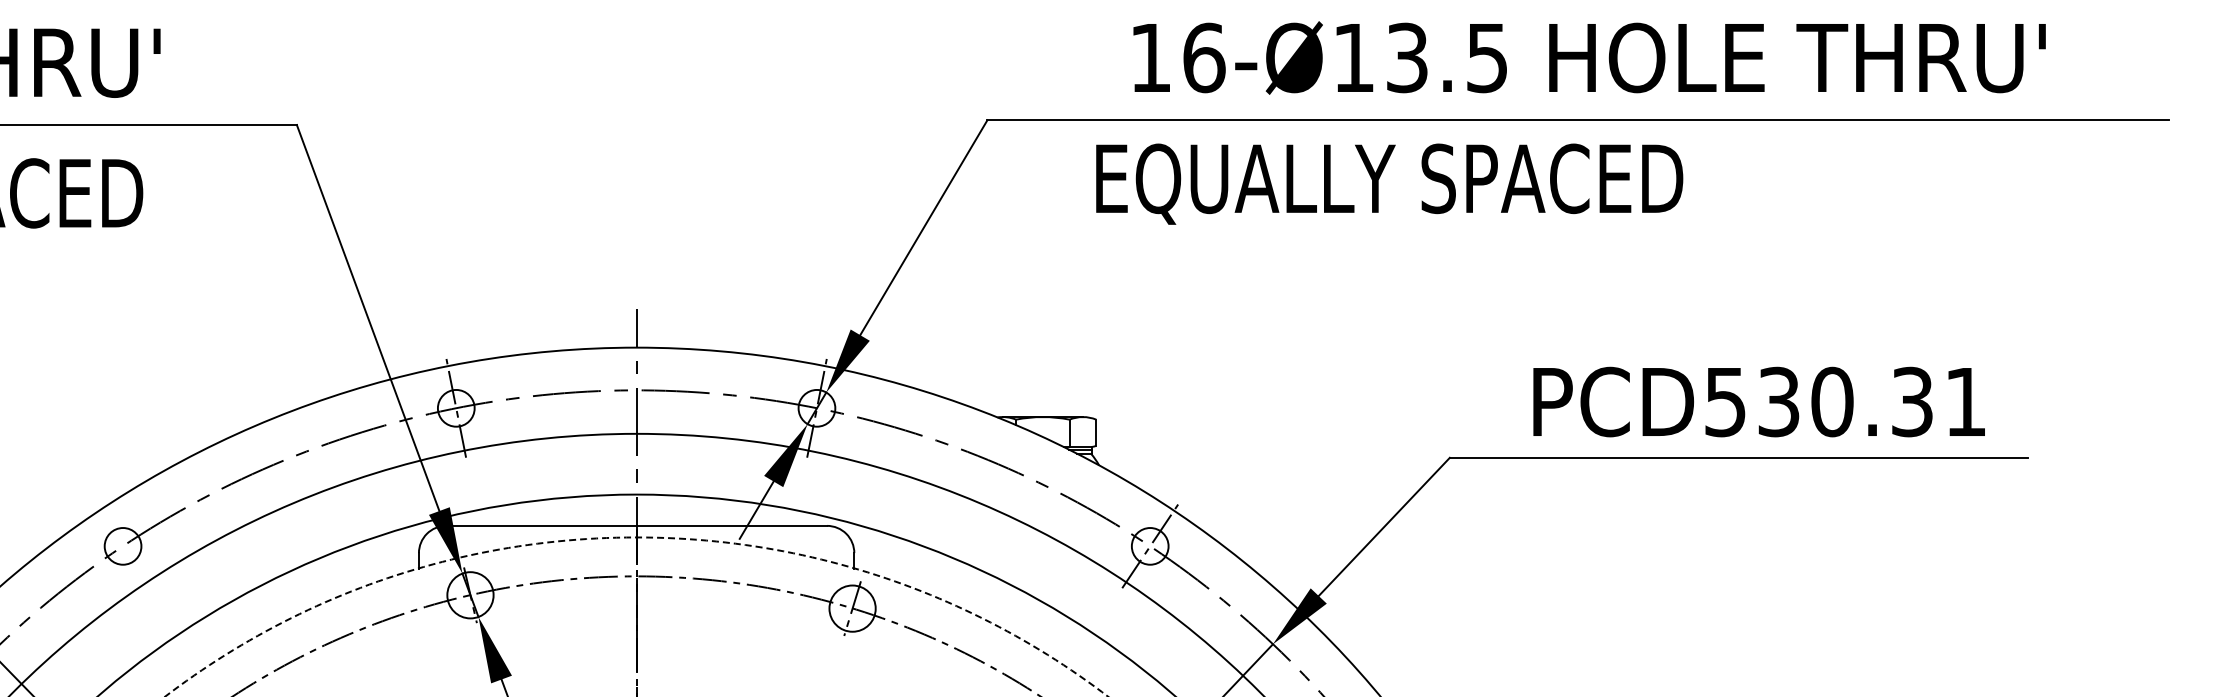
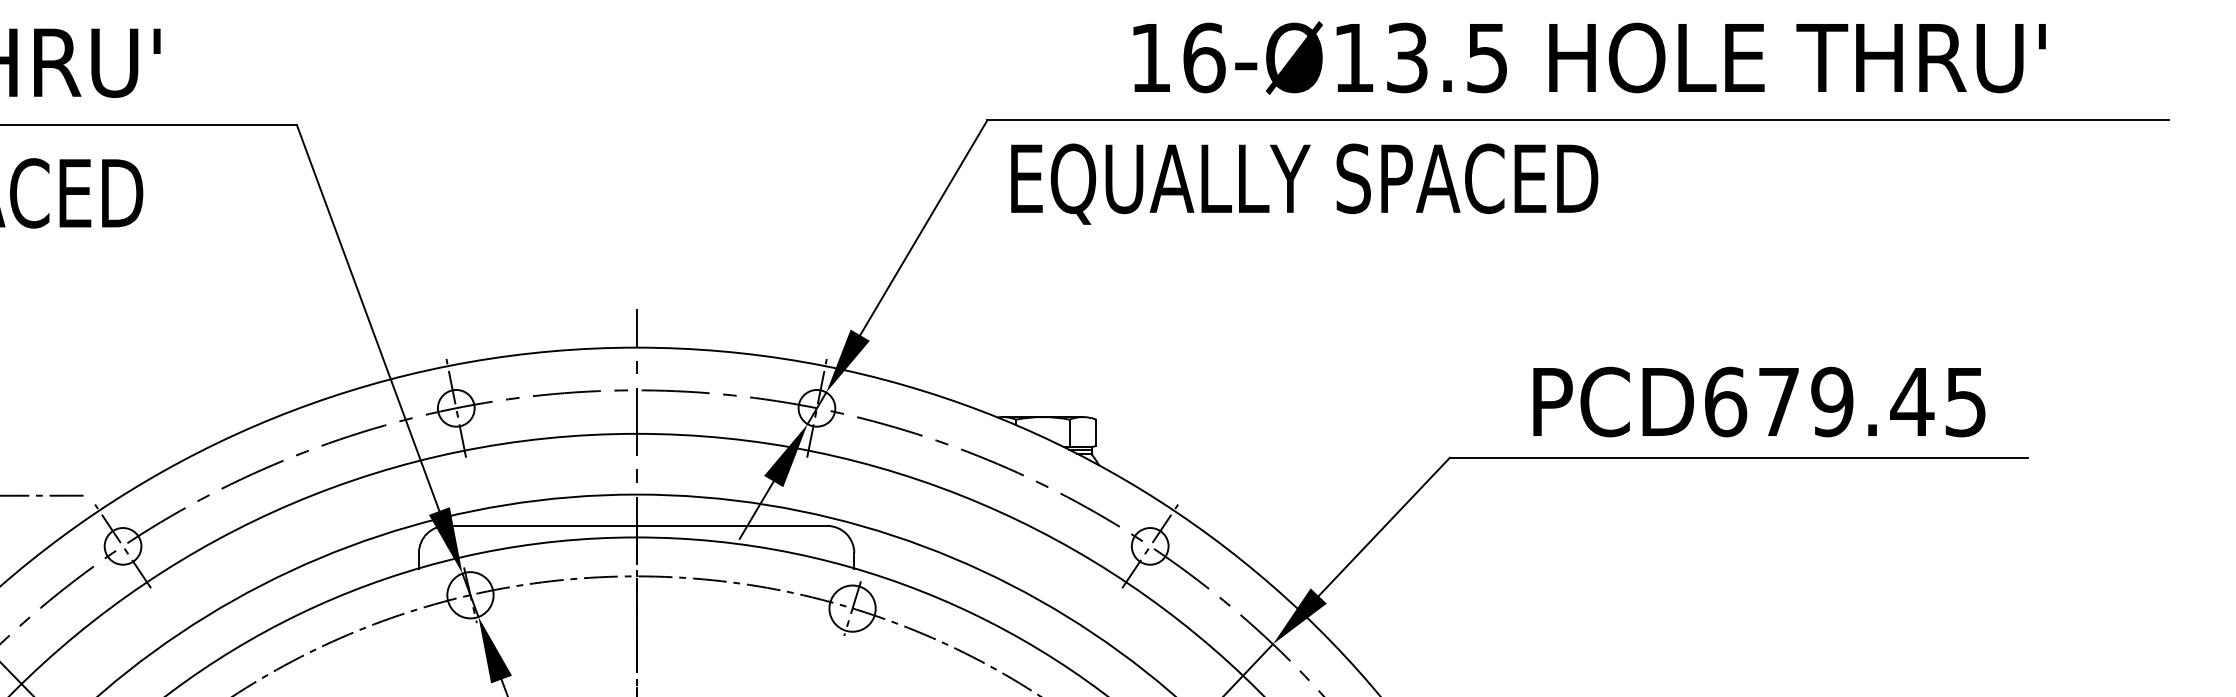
text at (1389, 183) position: (1389, 183) -> (1304, 183)
text at (1845, 401): PCD530.31 -> PCD679.45
line at (42, 495): none -> present
line at (123, 546): none -> present
circle at (636, 616): dashed -> solid
